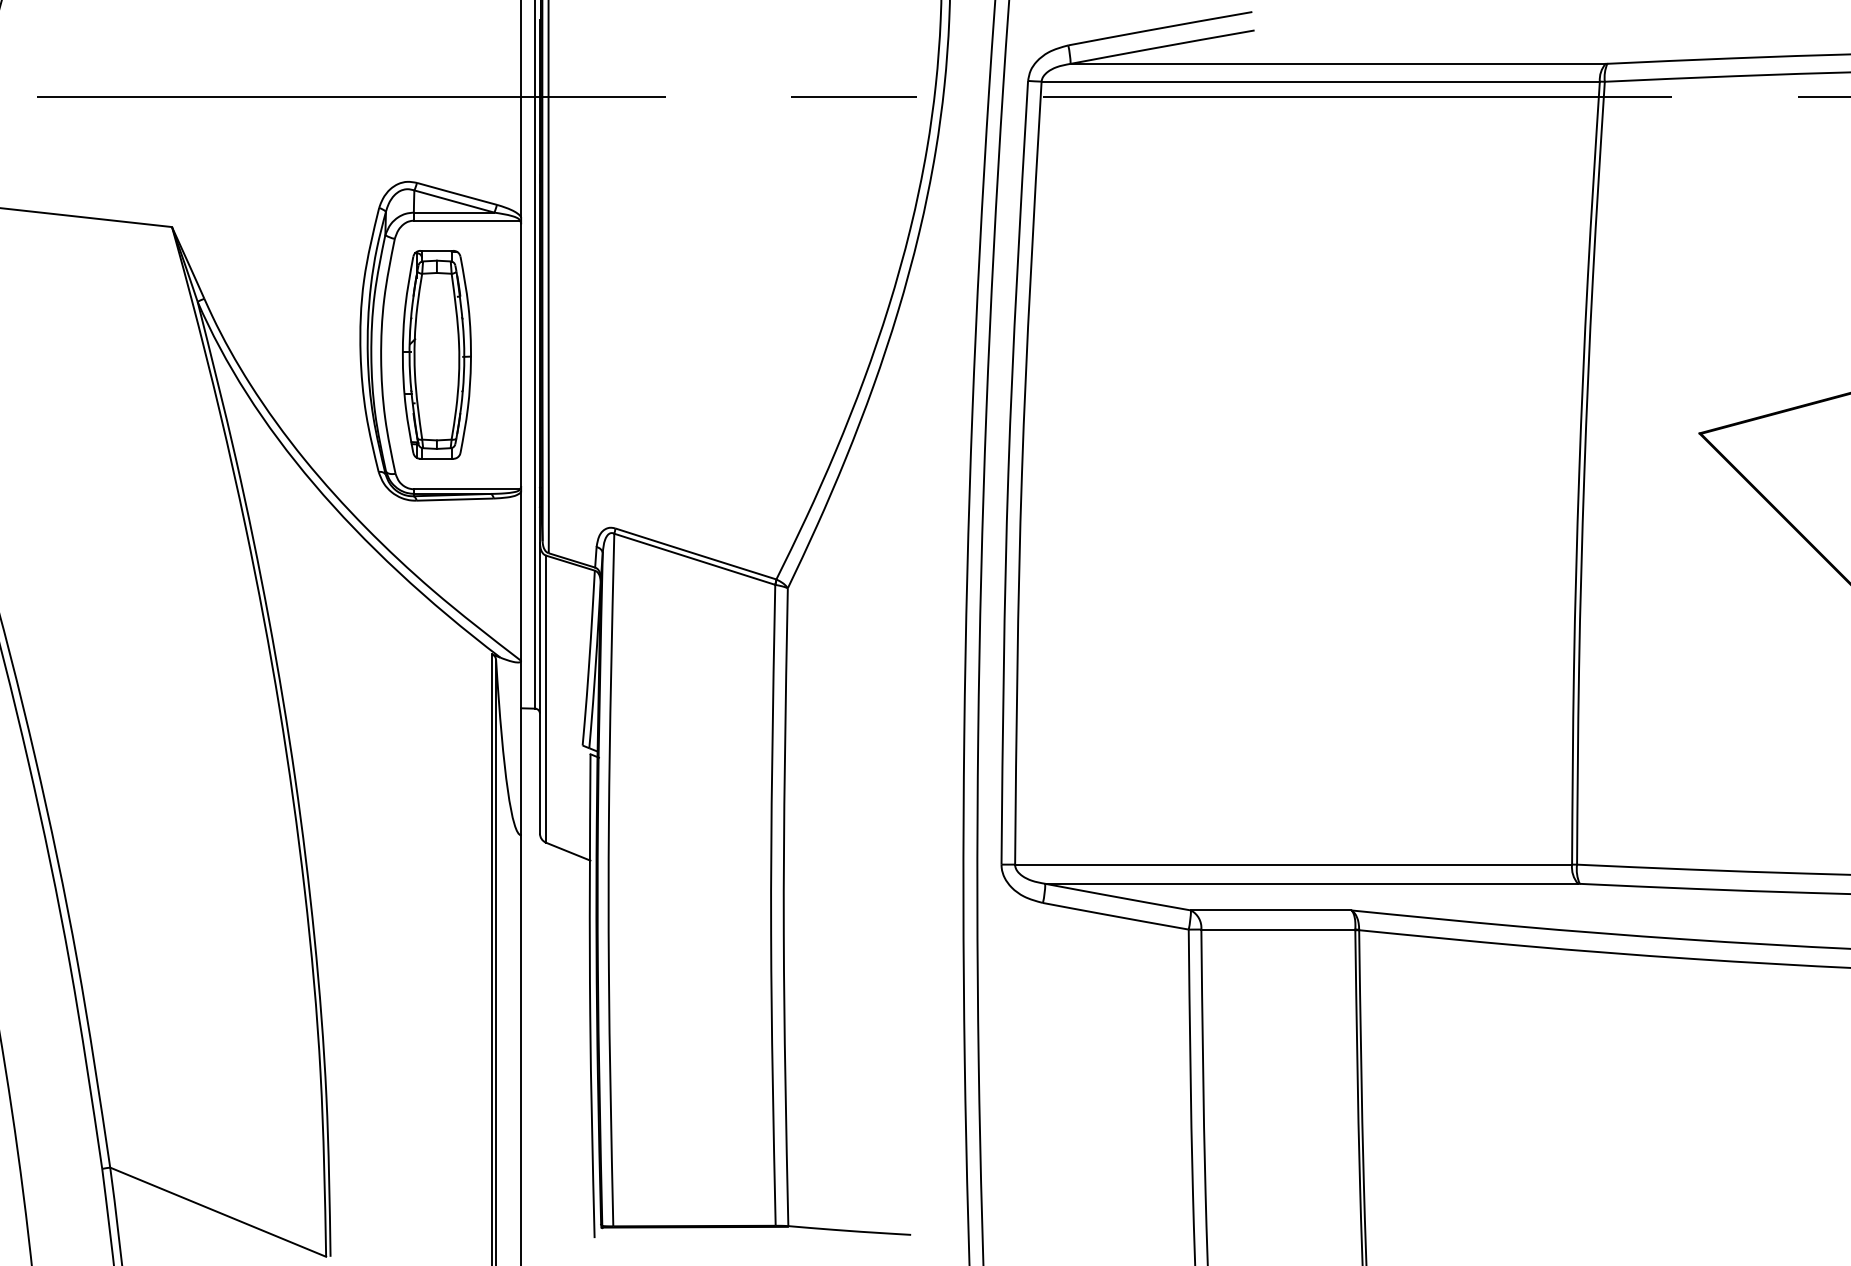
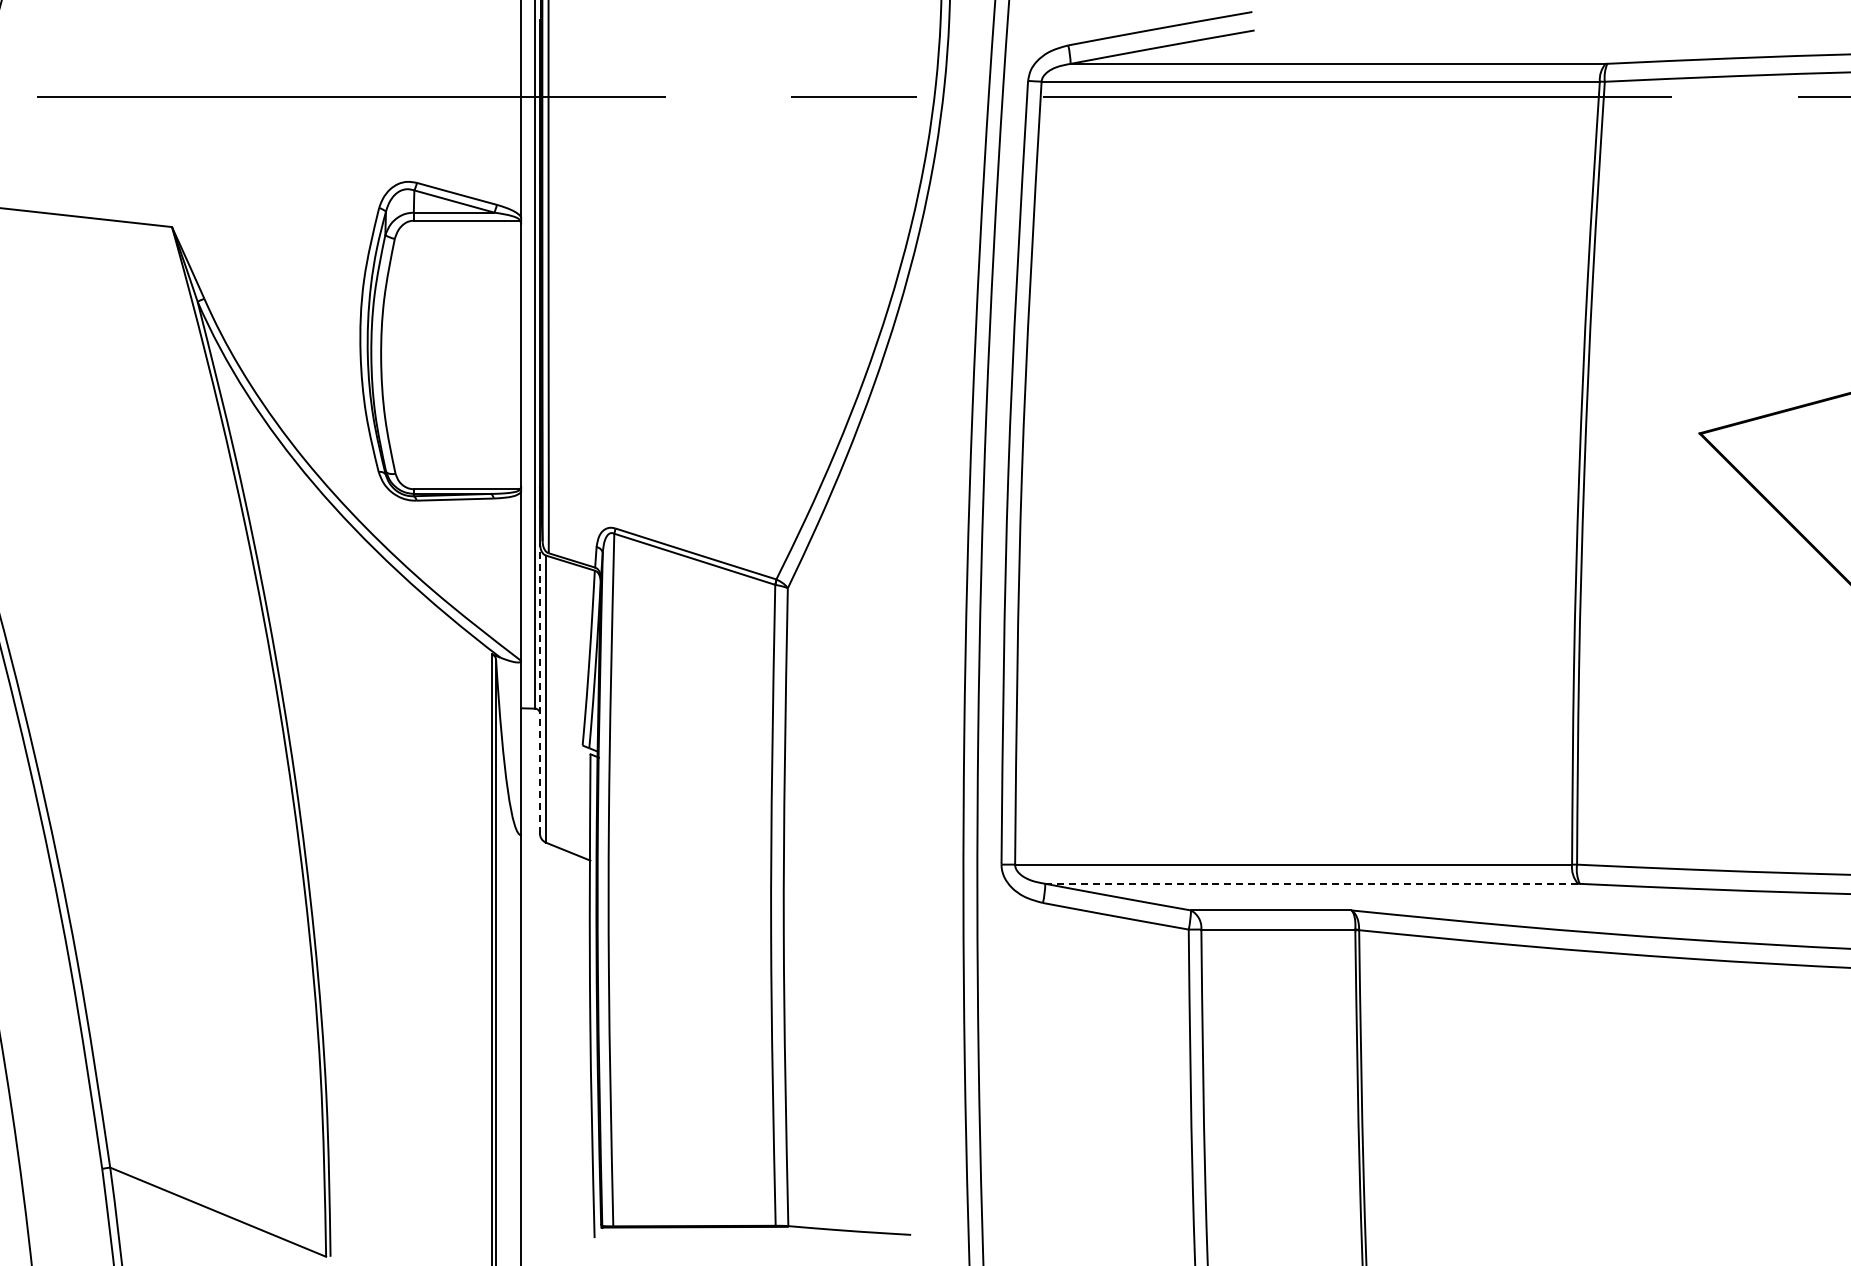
part at (436, 354): present -> none
line at (539, 687): solid -> dashed
line at (1311, 883): solid -> dashed
